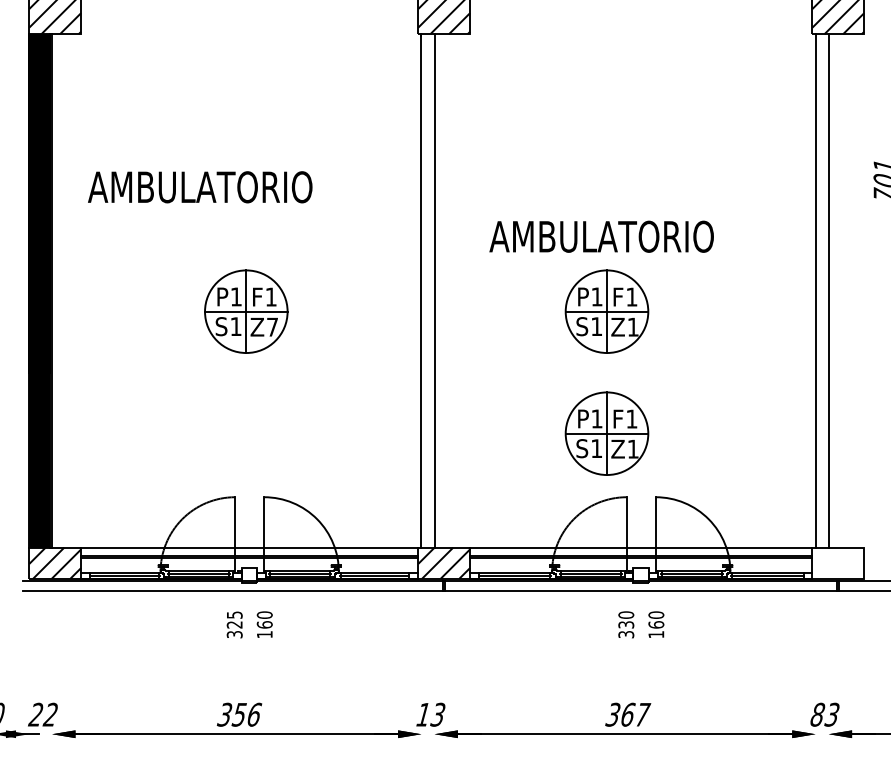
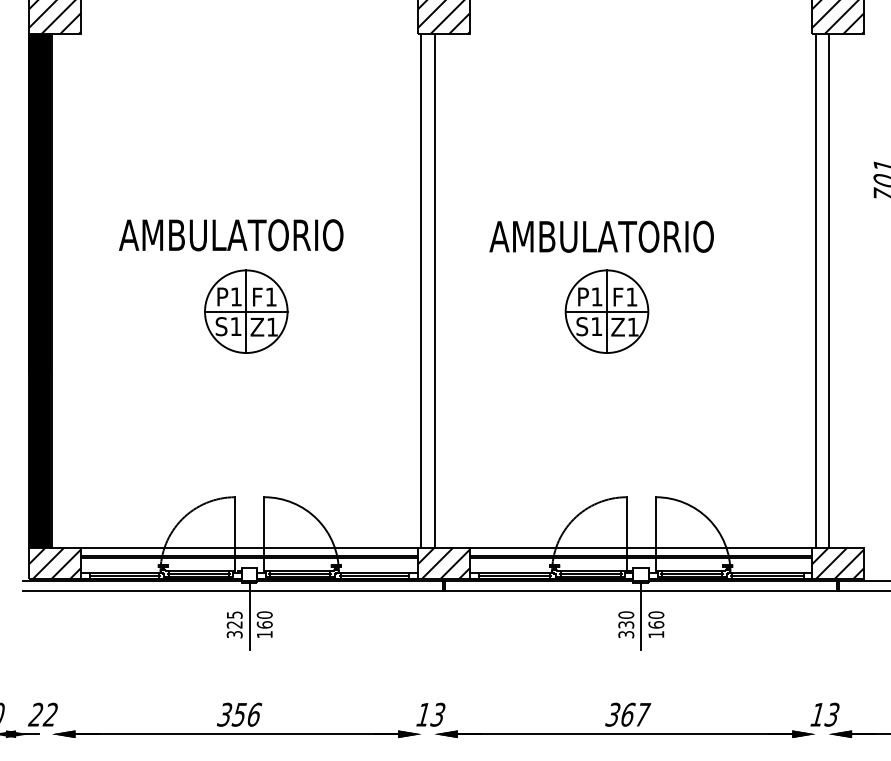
text at (200, 187) position: (200, 187) -> (231, 235)
text at (272, 326): Z7 -> Z1
part at (606, 433): present -> none
hatch at (838, 562): none -> present
line at (249, 616): none -> present
line at (641, 616): none -> present
text at (817, 714): 83 -> 13
